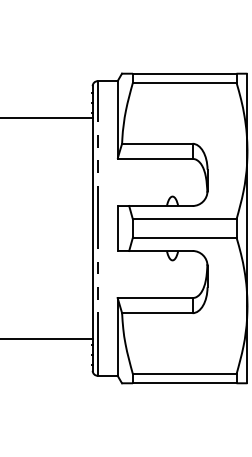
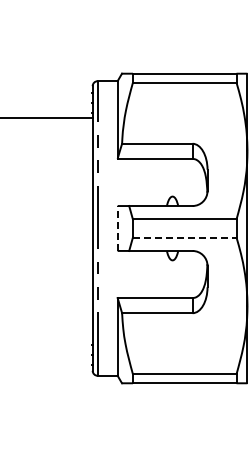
line at (117, 228): solid -> dashed
line at (184, 237): solid -> dashed
line at (47, 339): present -> none
